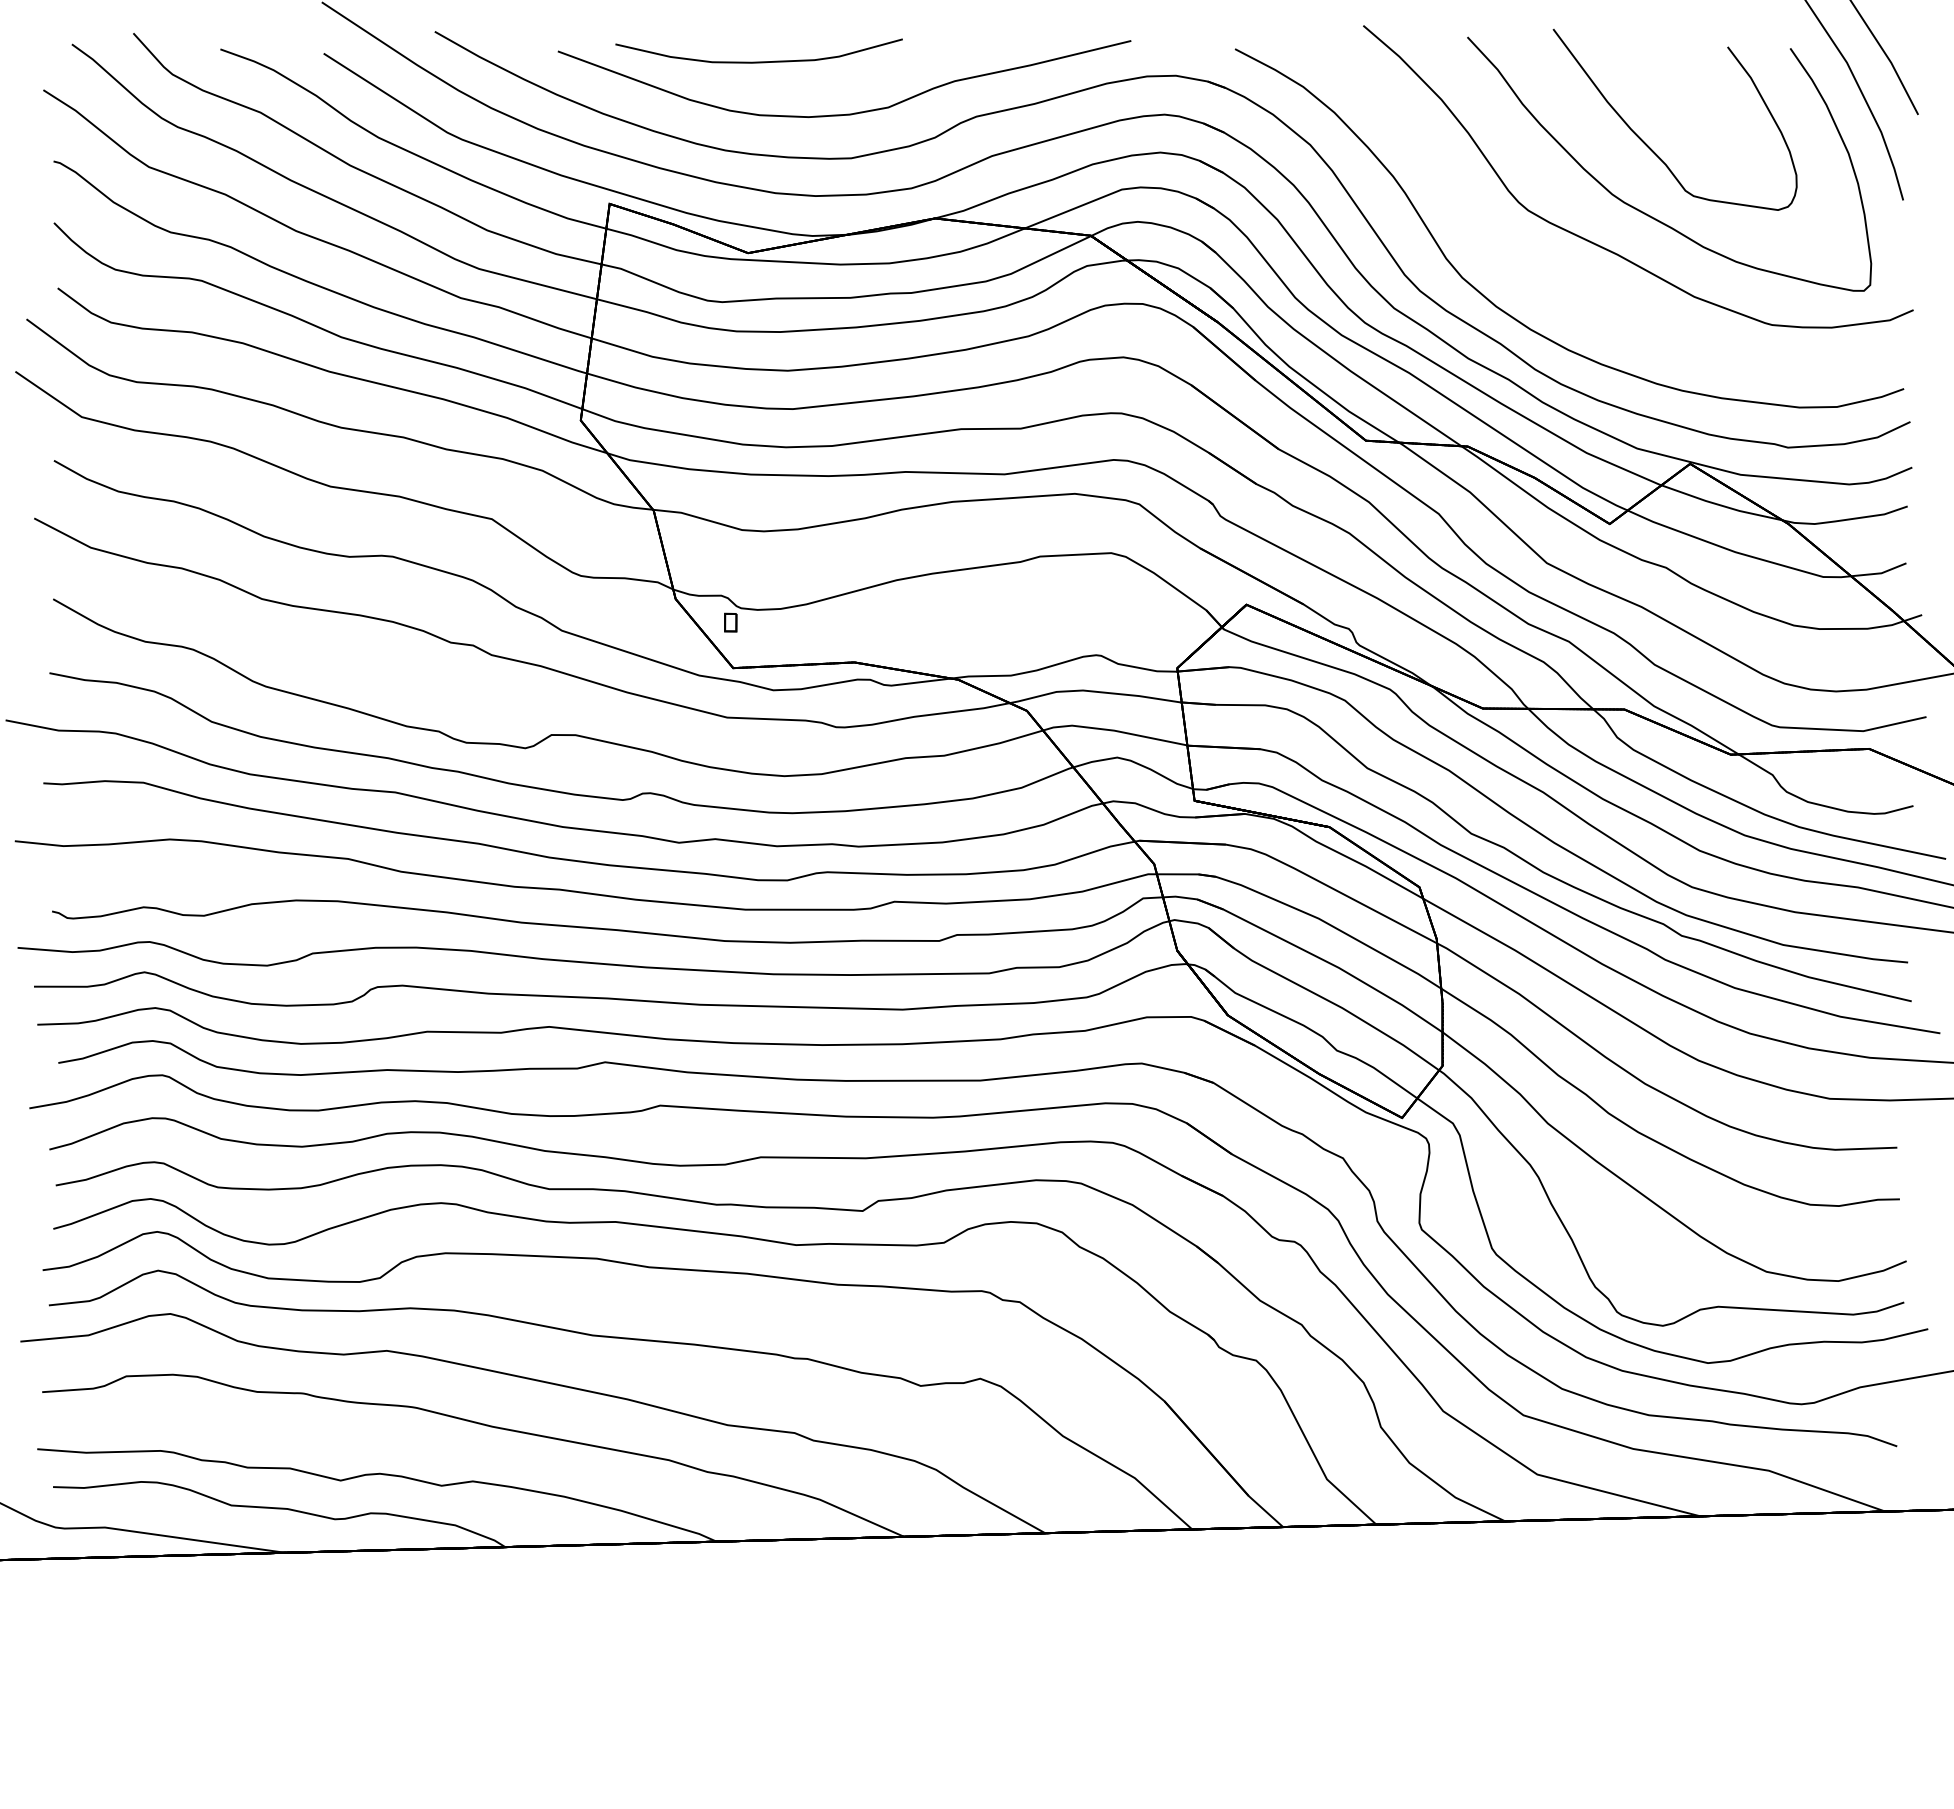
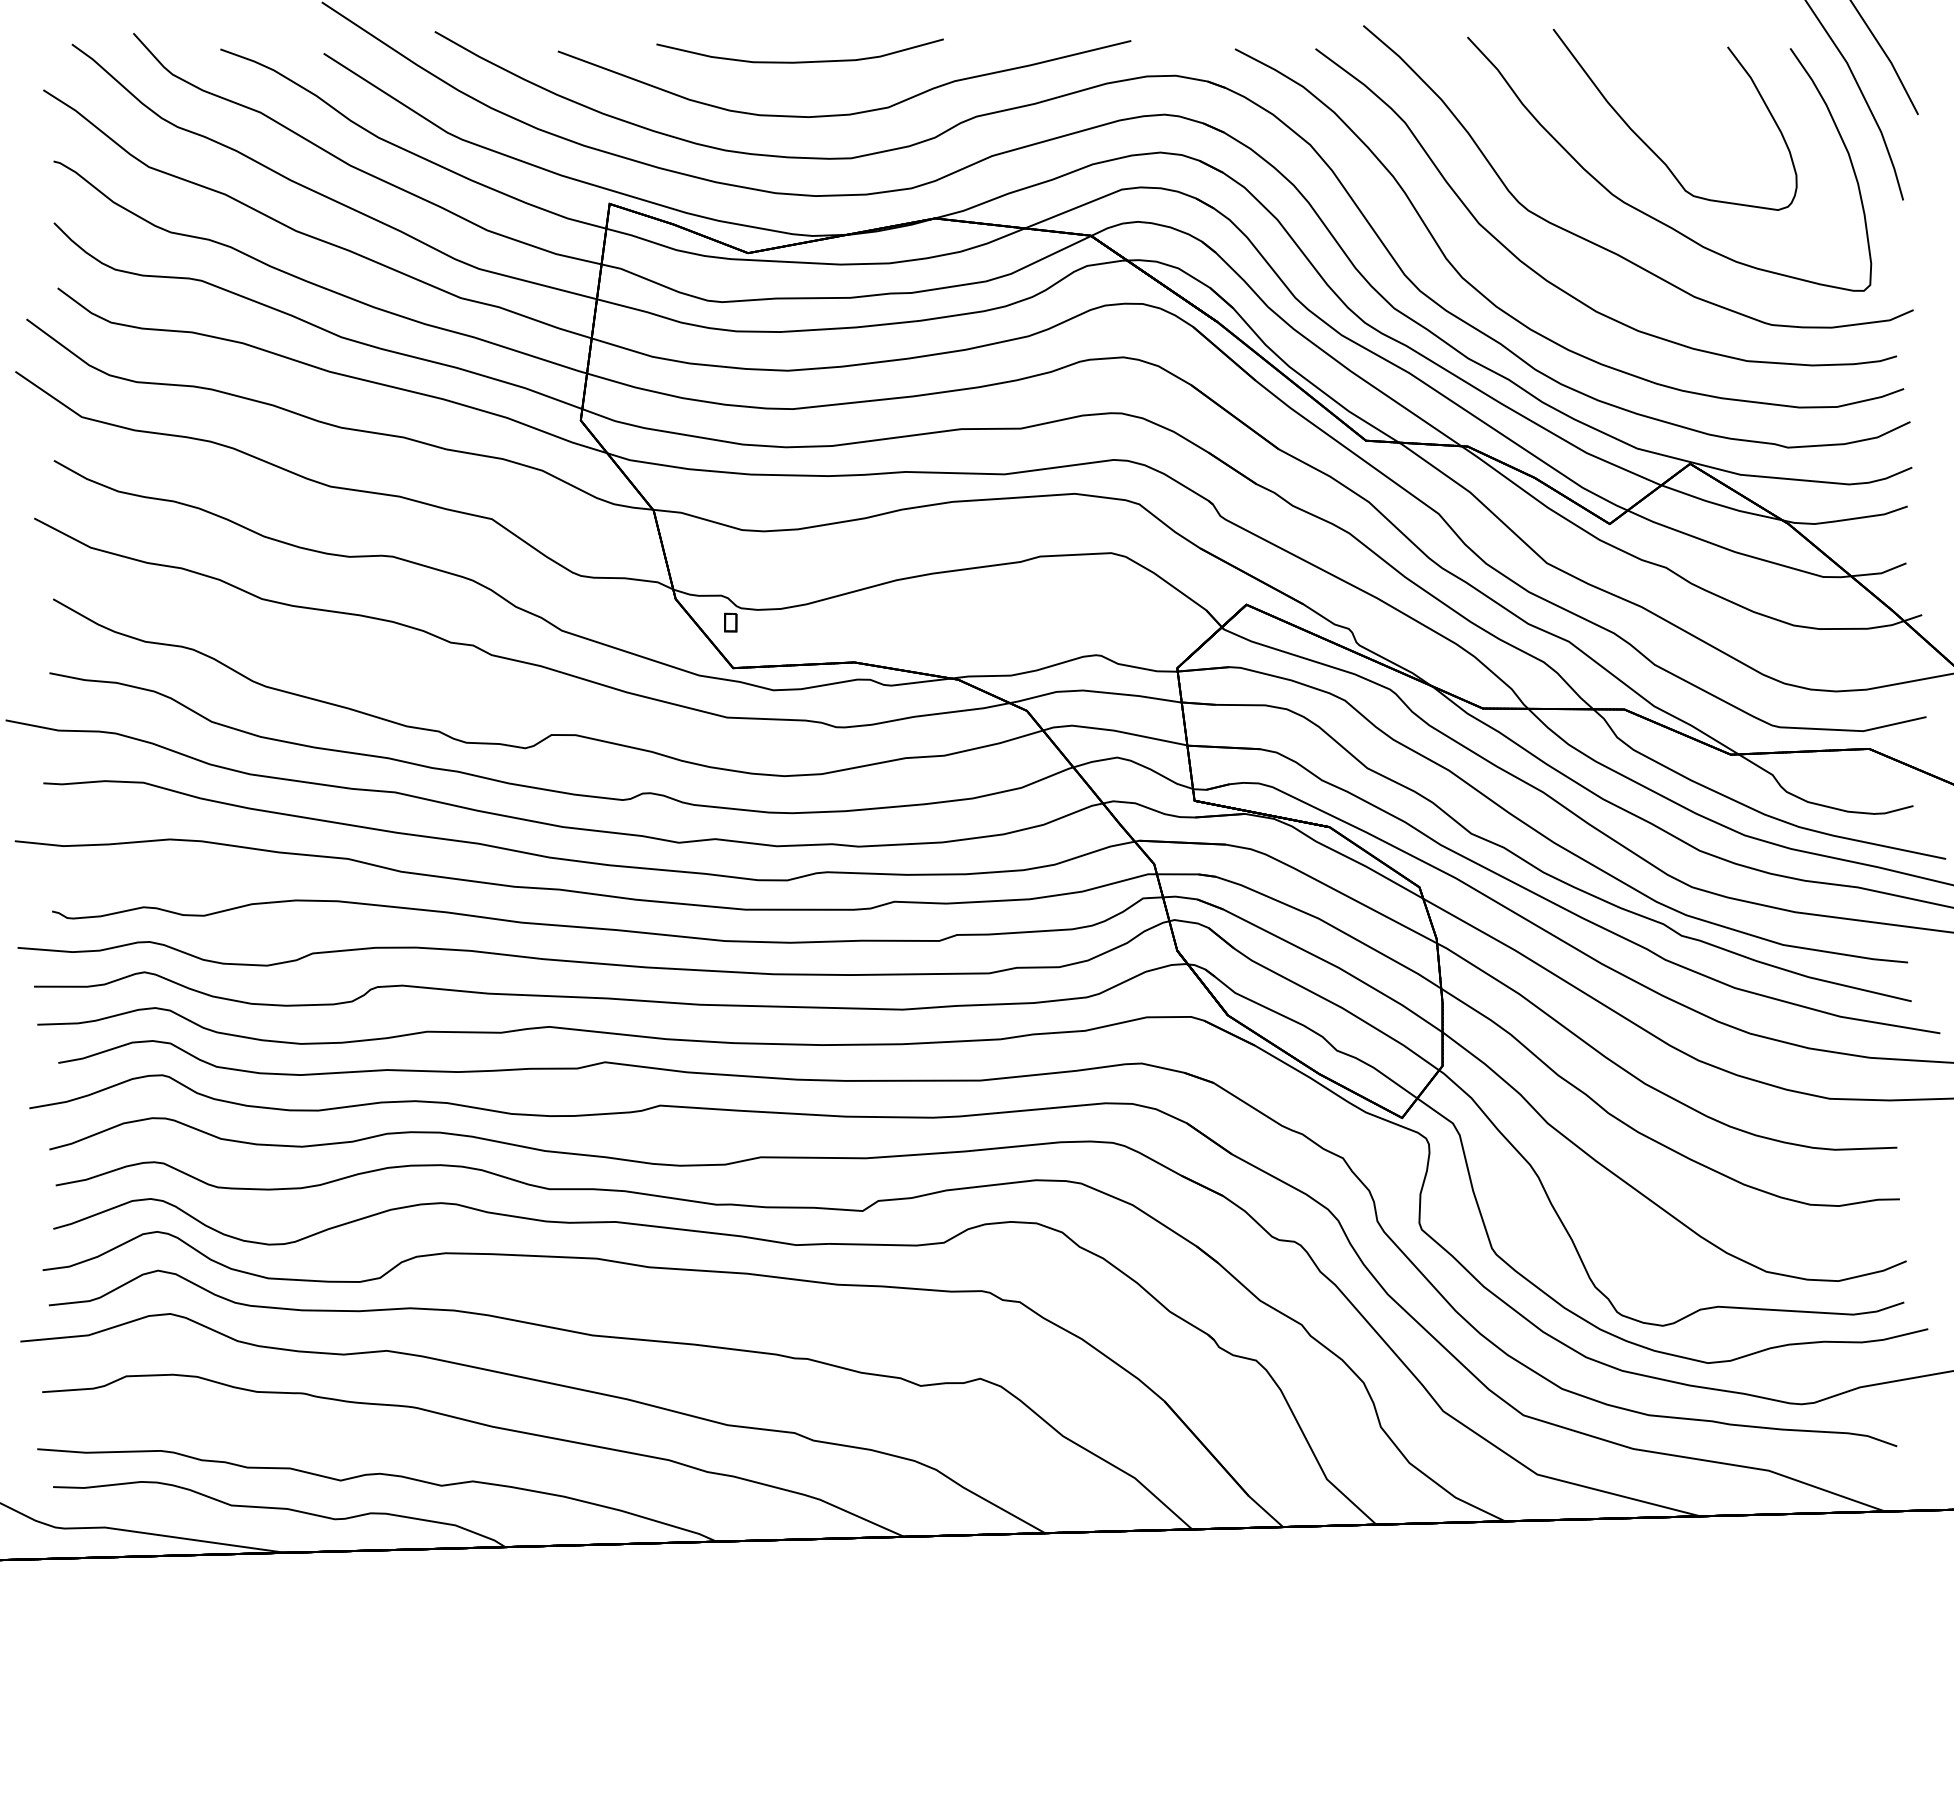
curve at (758, 61) position: (758, 61) -> (799, 61)
curve at (1558, 286): none -> present
